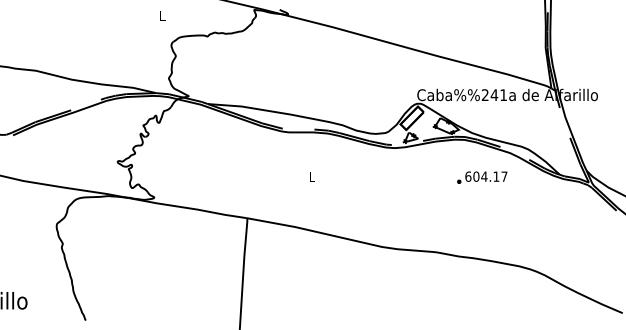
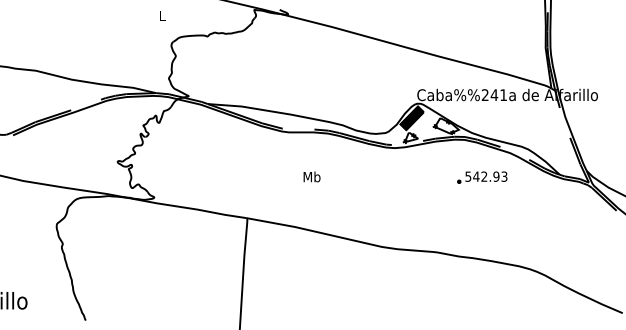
fill at (411, 117): none -> present
text at (311, 176): L -> Mb
text at (486, 176): 604.17 -> 542.93
